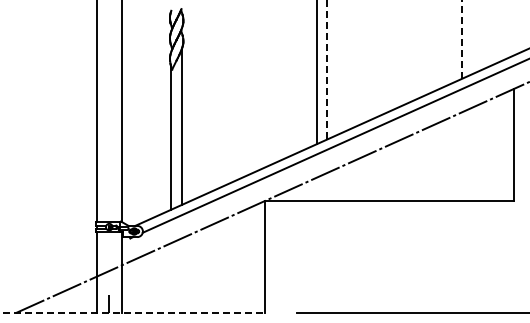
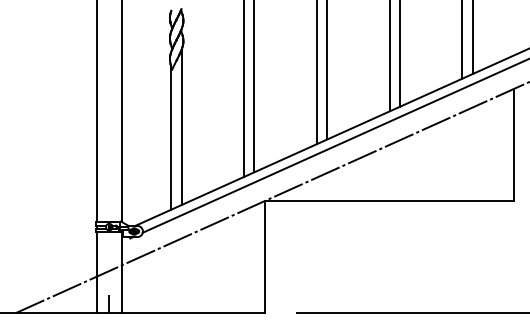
line at (472, 37): none -> present
line at (462, 39): dashed -> solid
line at (400, 54): none -> present
line at (389, 56): none -> present
line at (327, 69): dashed -> solid
line at (254, 87): none -> present
line at (243, 89): none -> present
line at (133, 313): dashed -> solid
